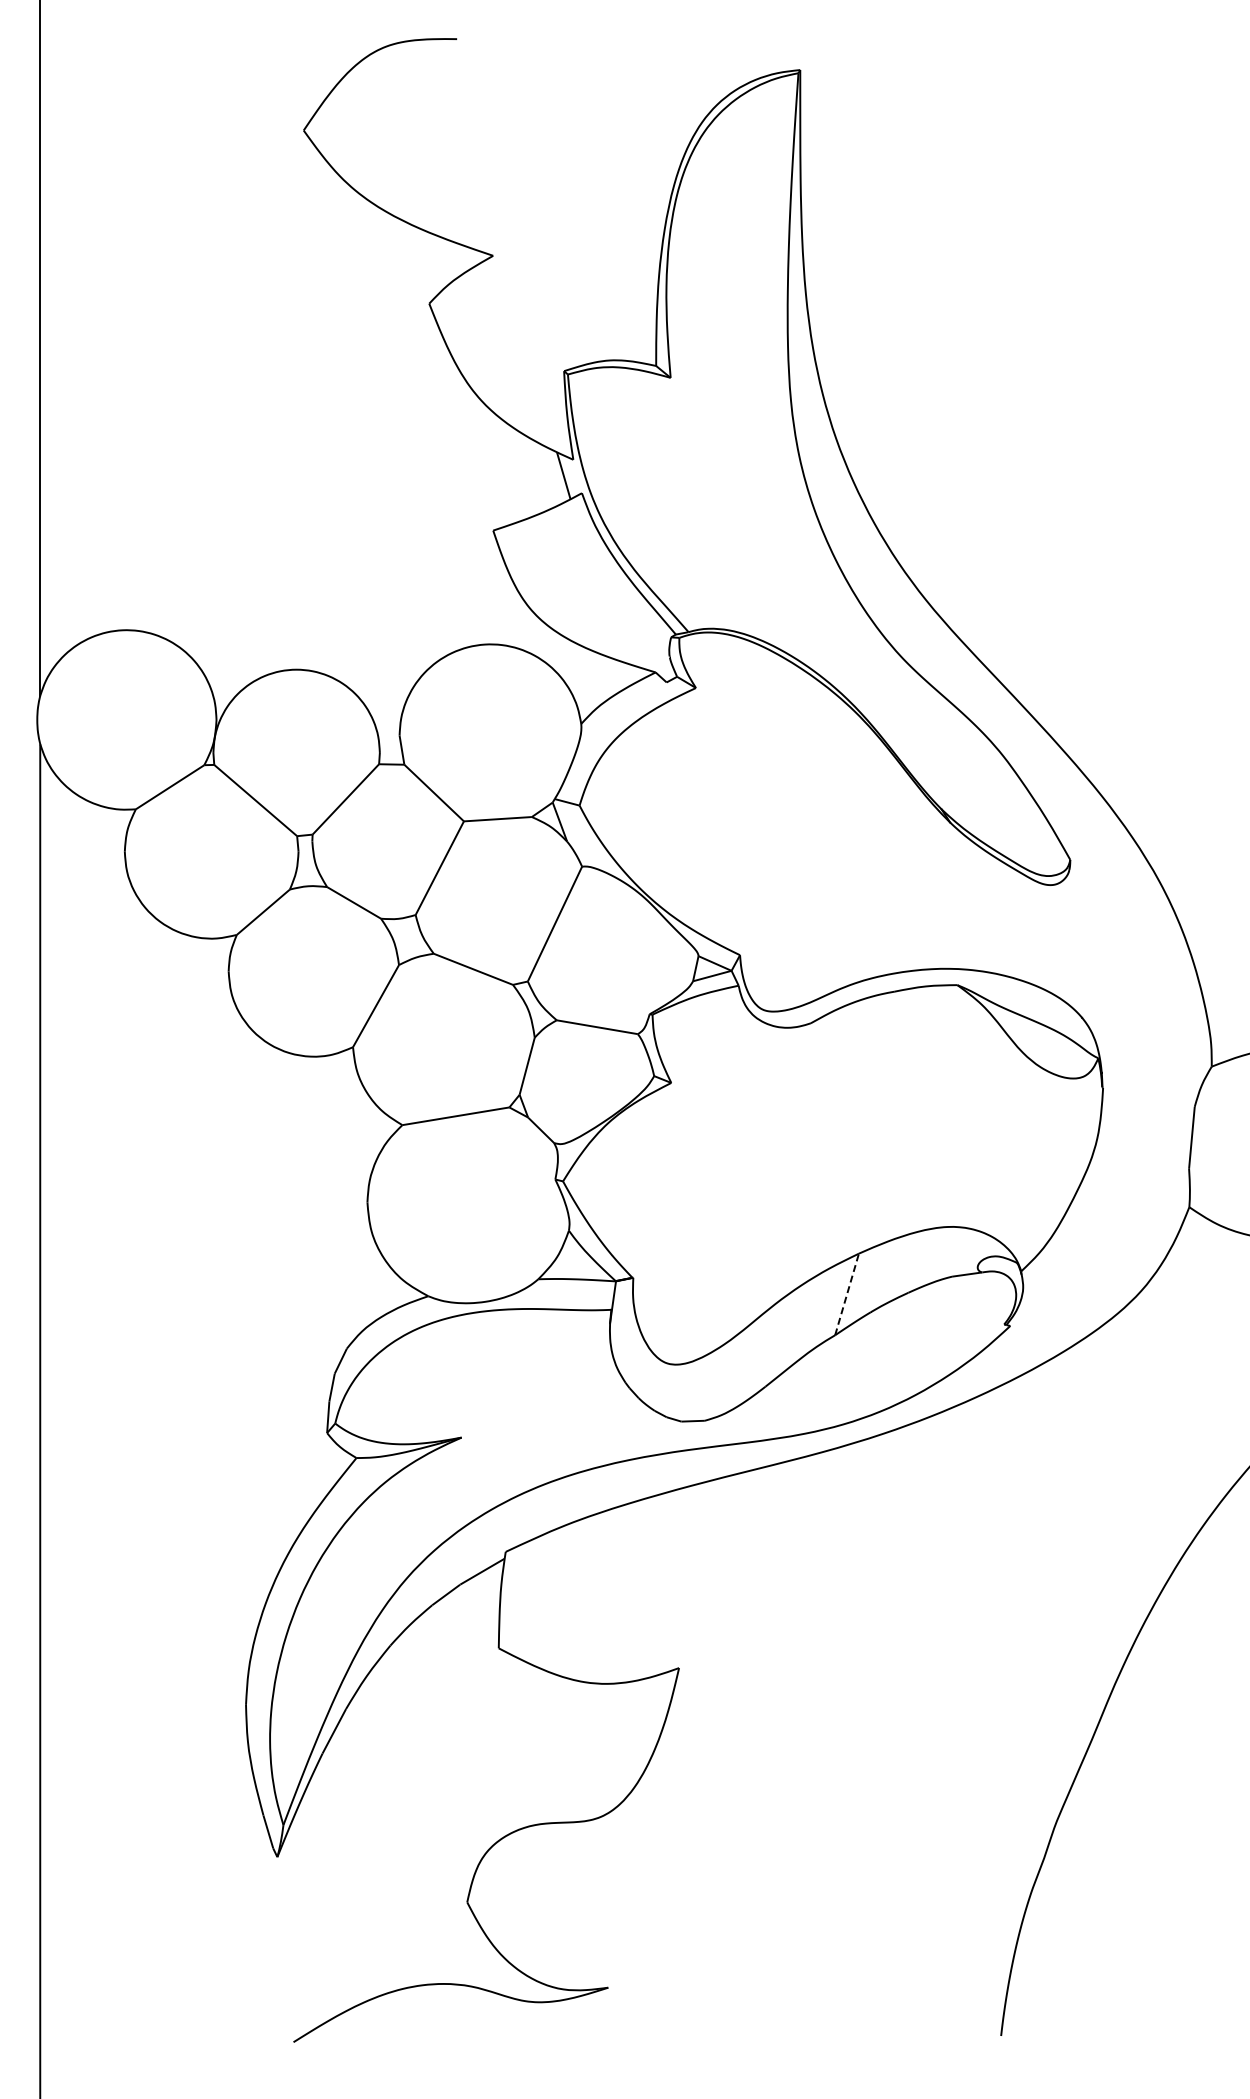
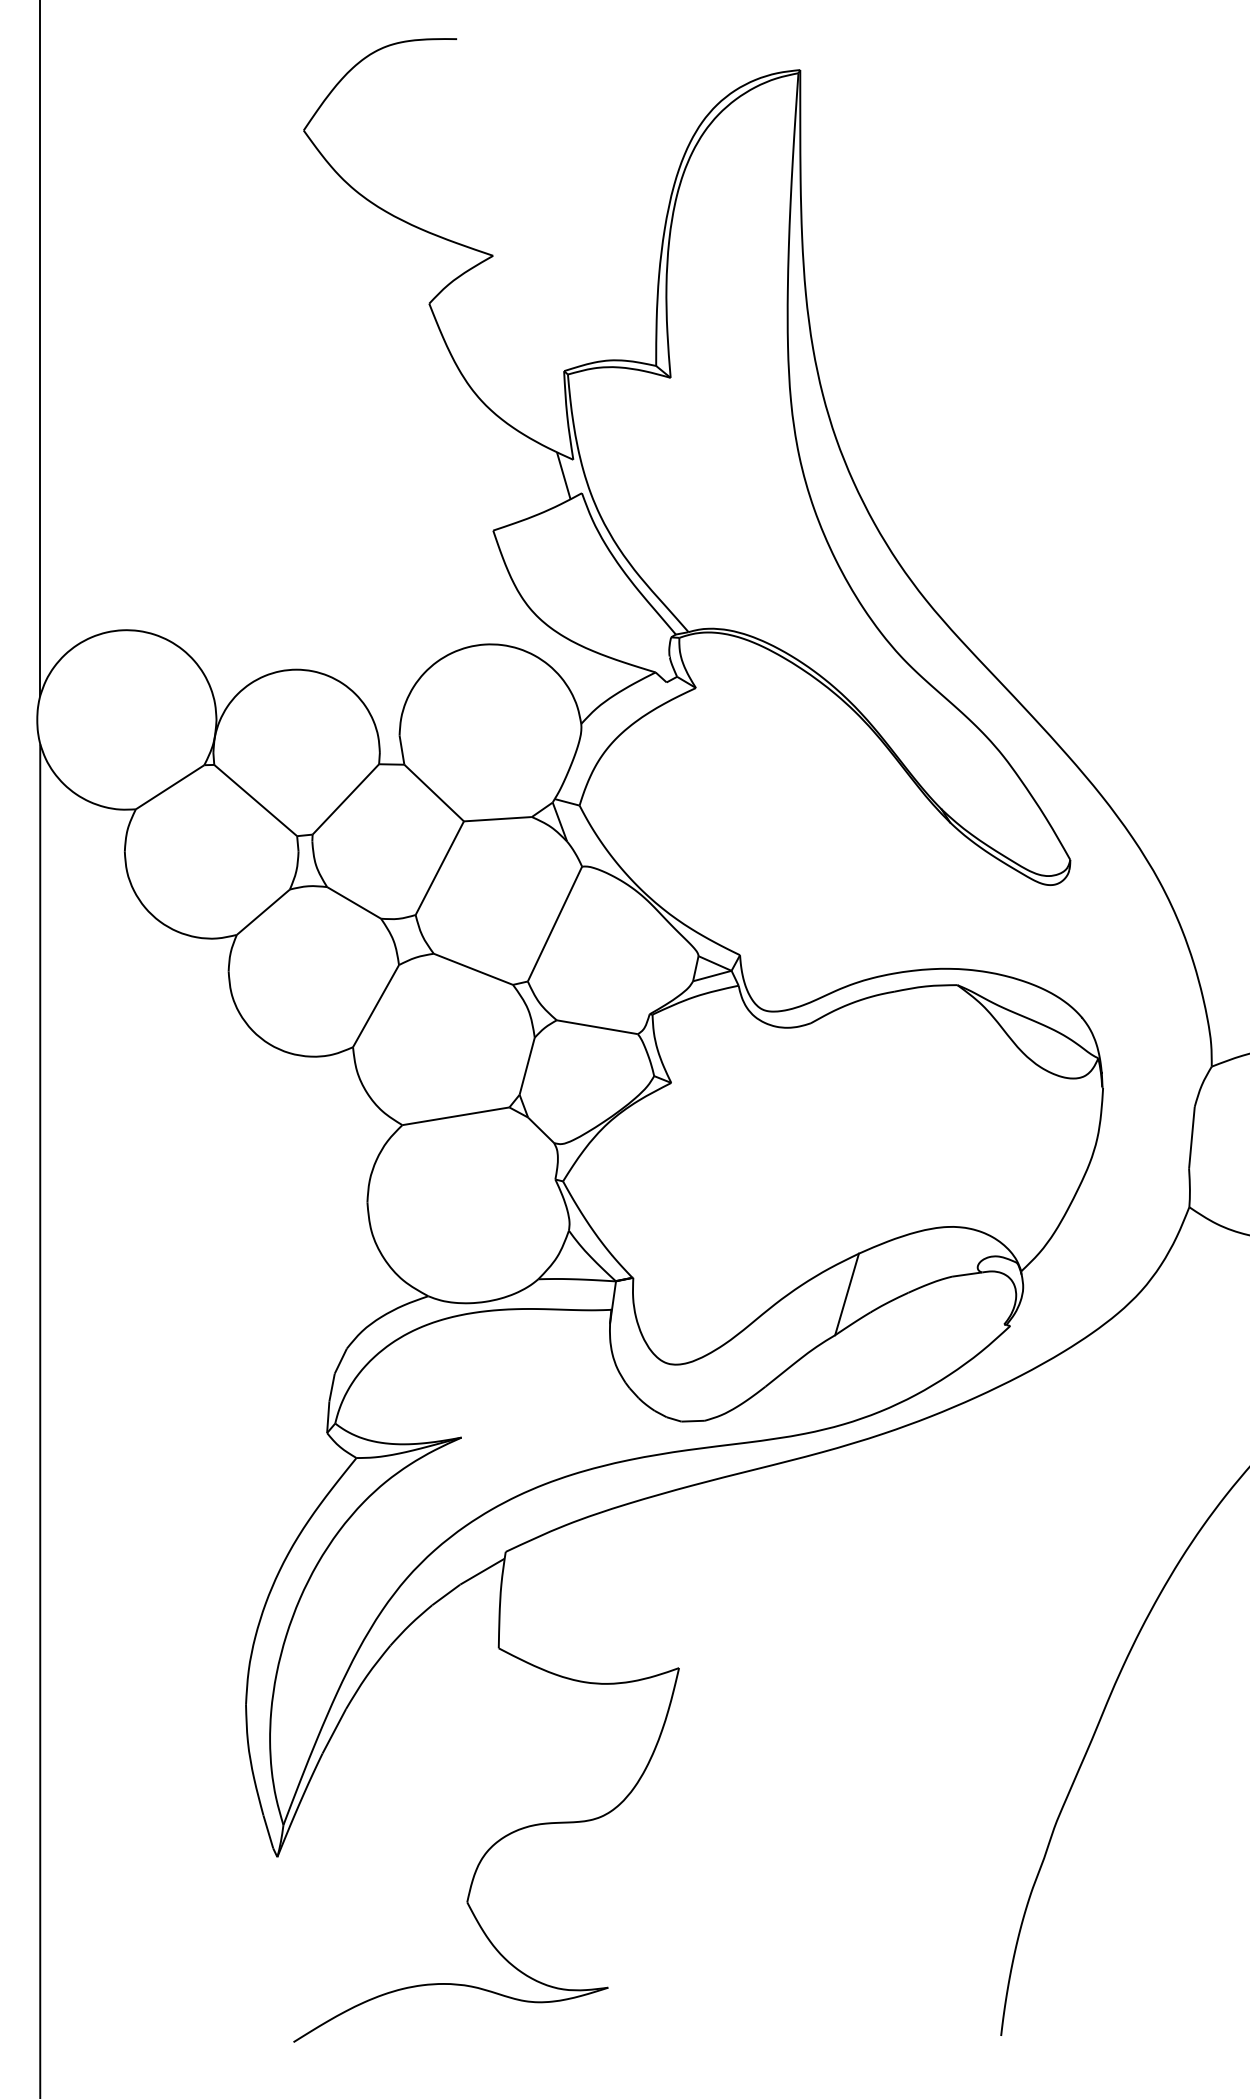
line at (847, 1293): dashed -> solid
